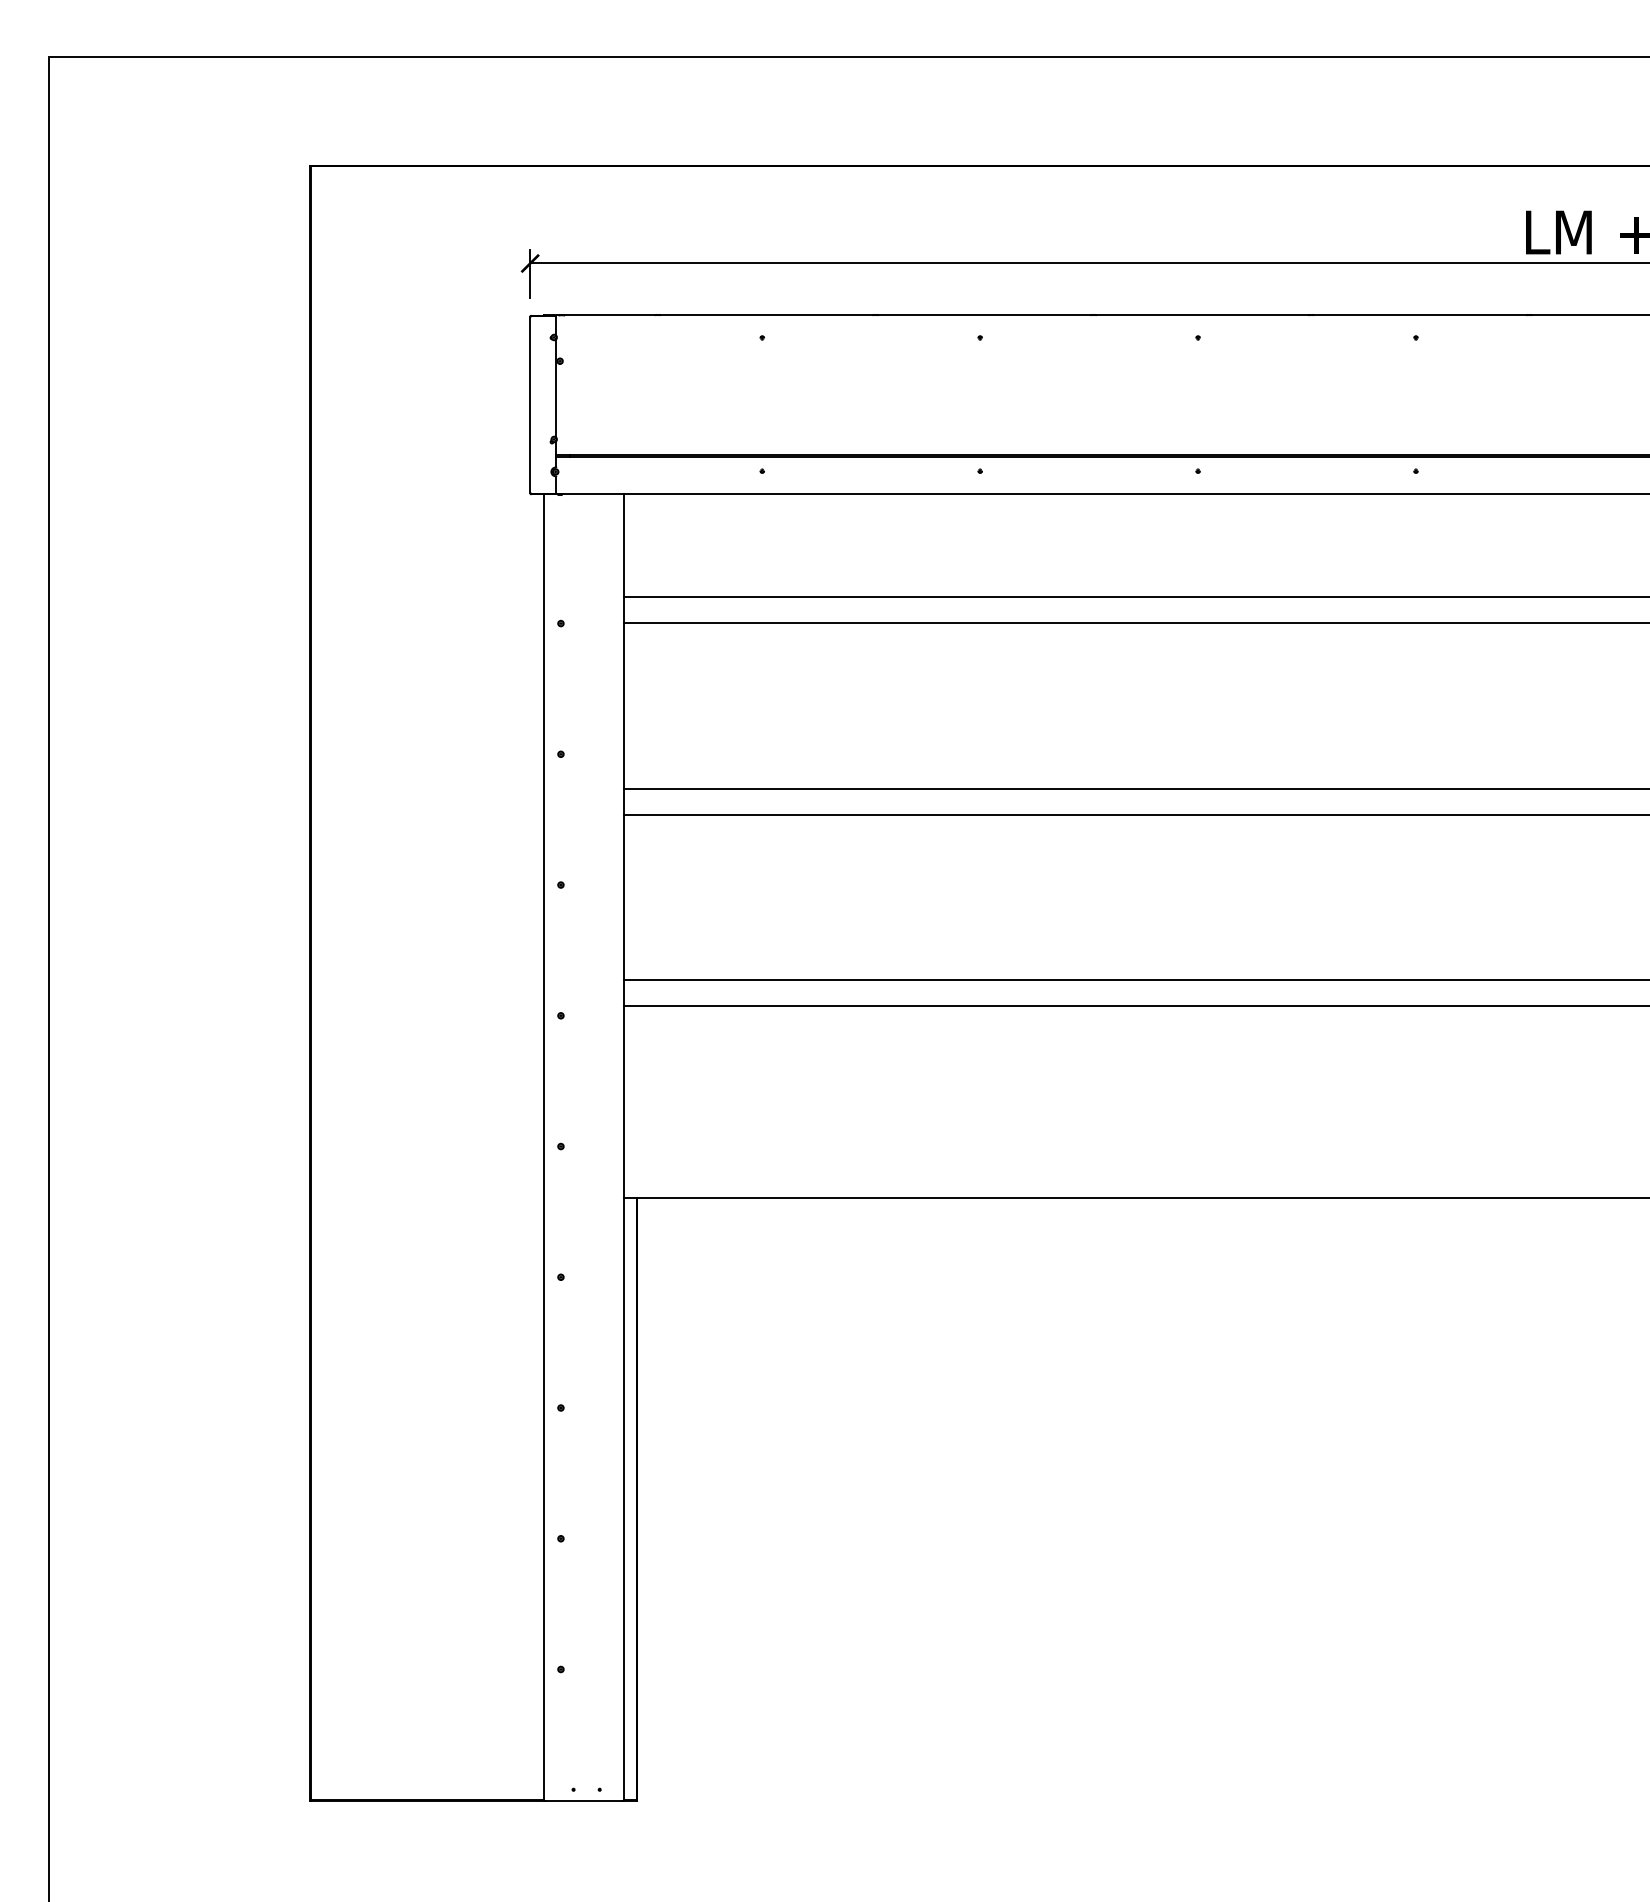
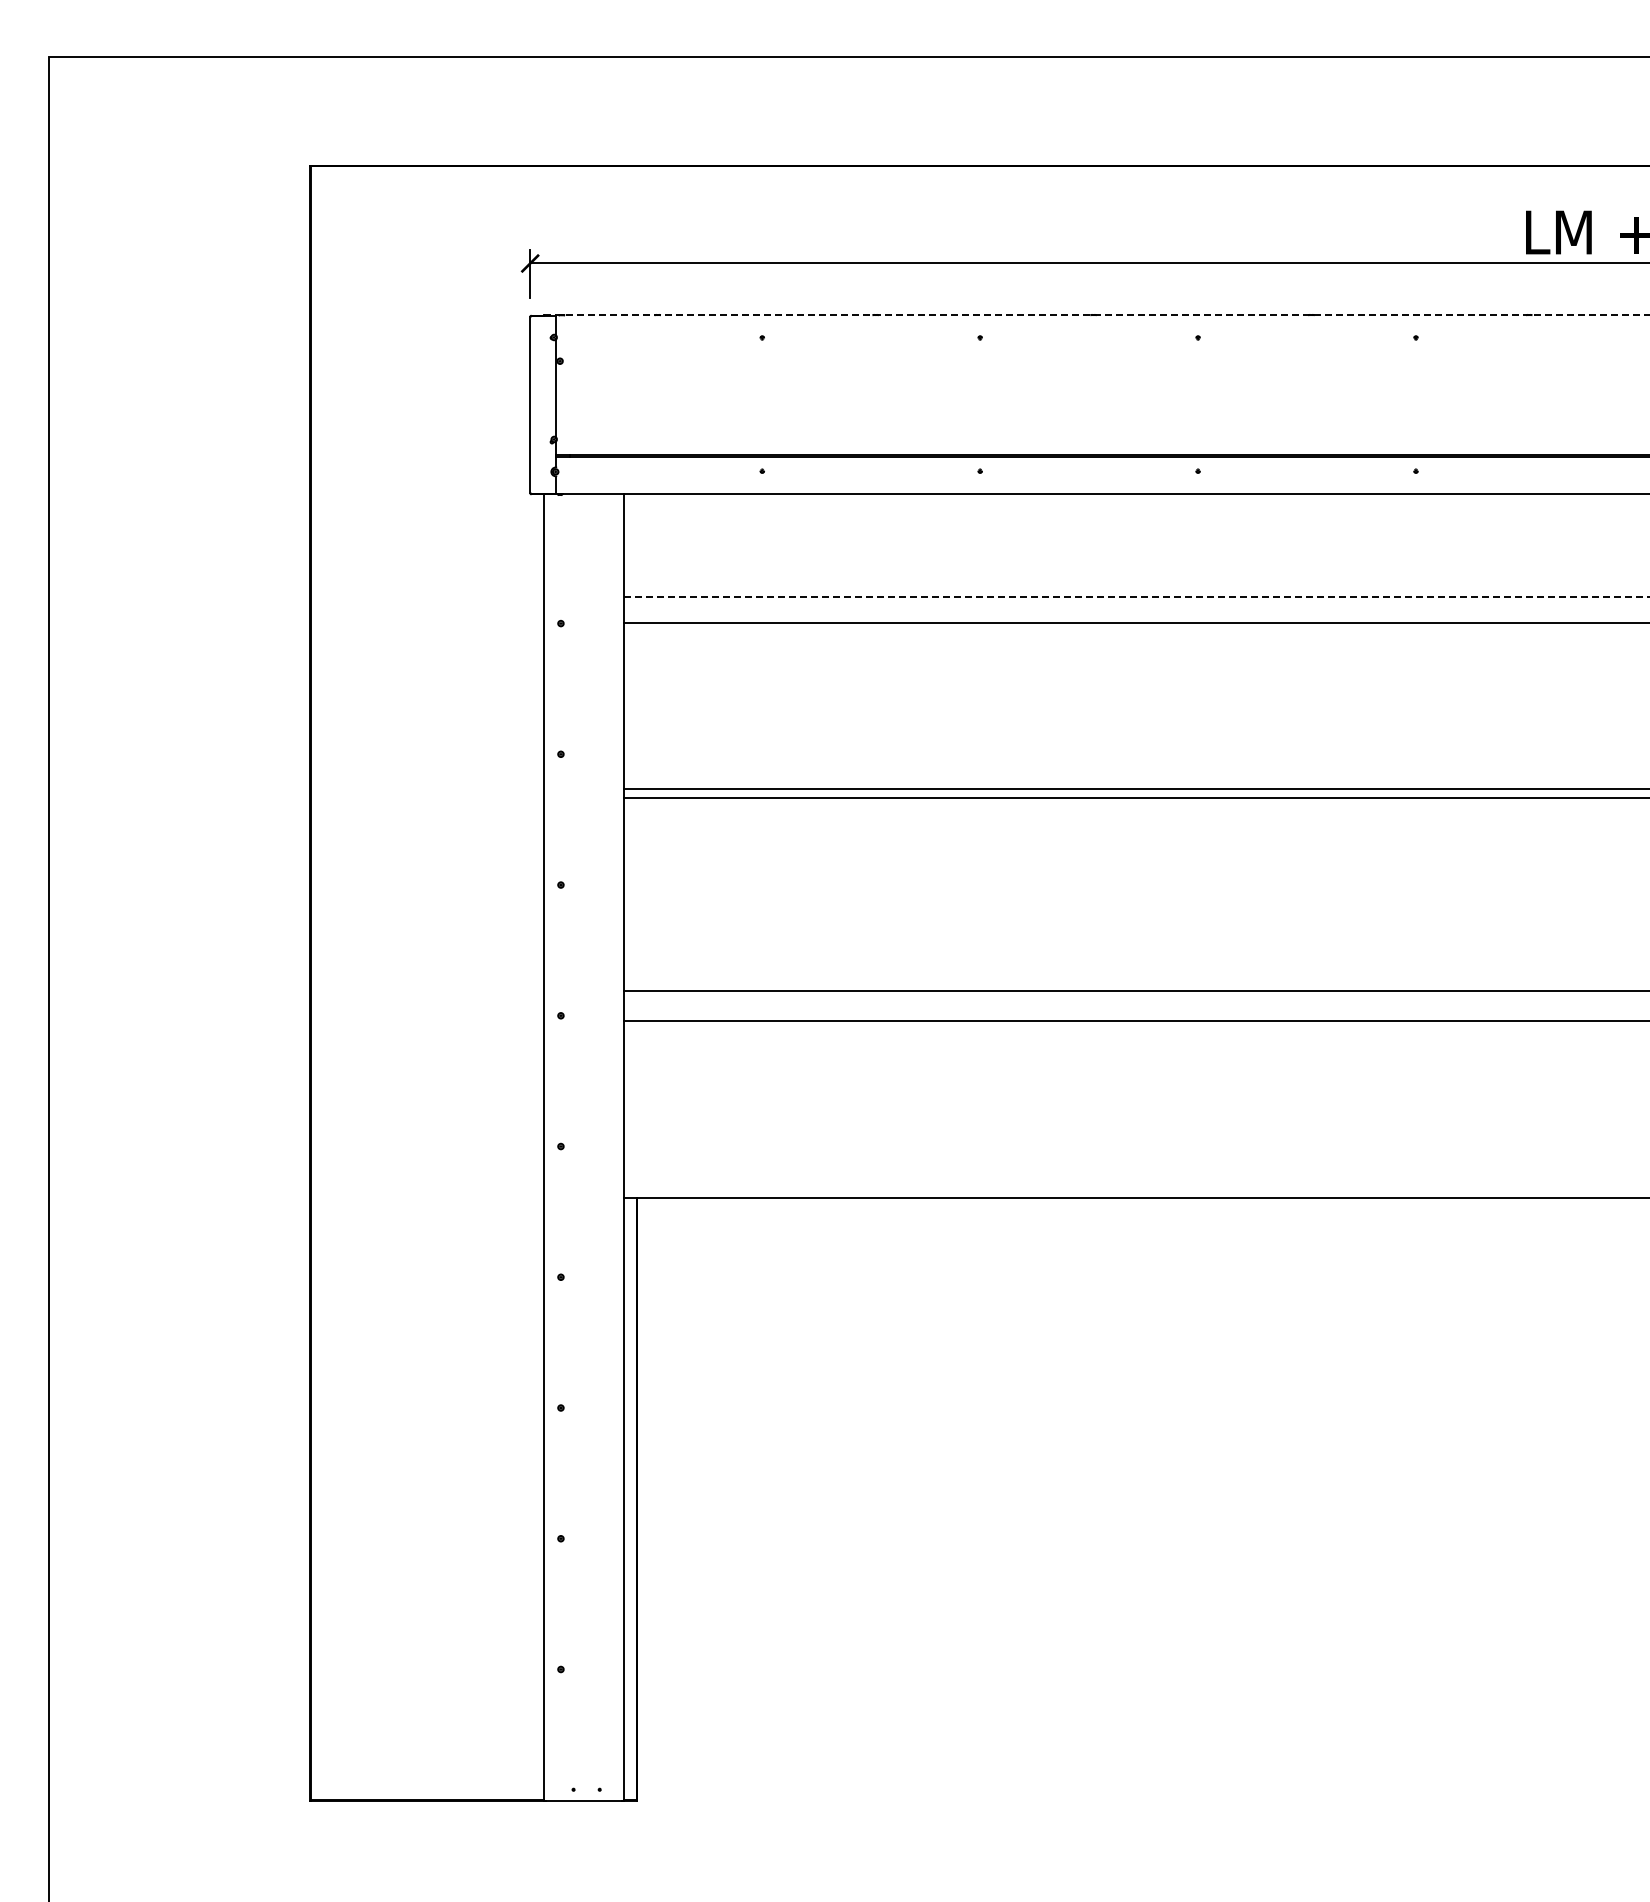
line at (1097, 315): solid -> dashed
line at (1136, 596): solid -> dashed
line at (1135, 814) position: (1135, 814) -> (1135, 797)
line at (1135, 980) position: (1135, 980) -> (1135, 991)
line at (1135, 1006) position: (1135, 1006) -> (1135, 1021)
